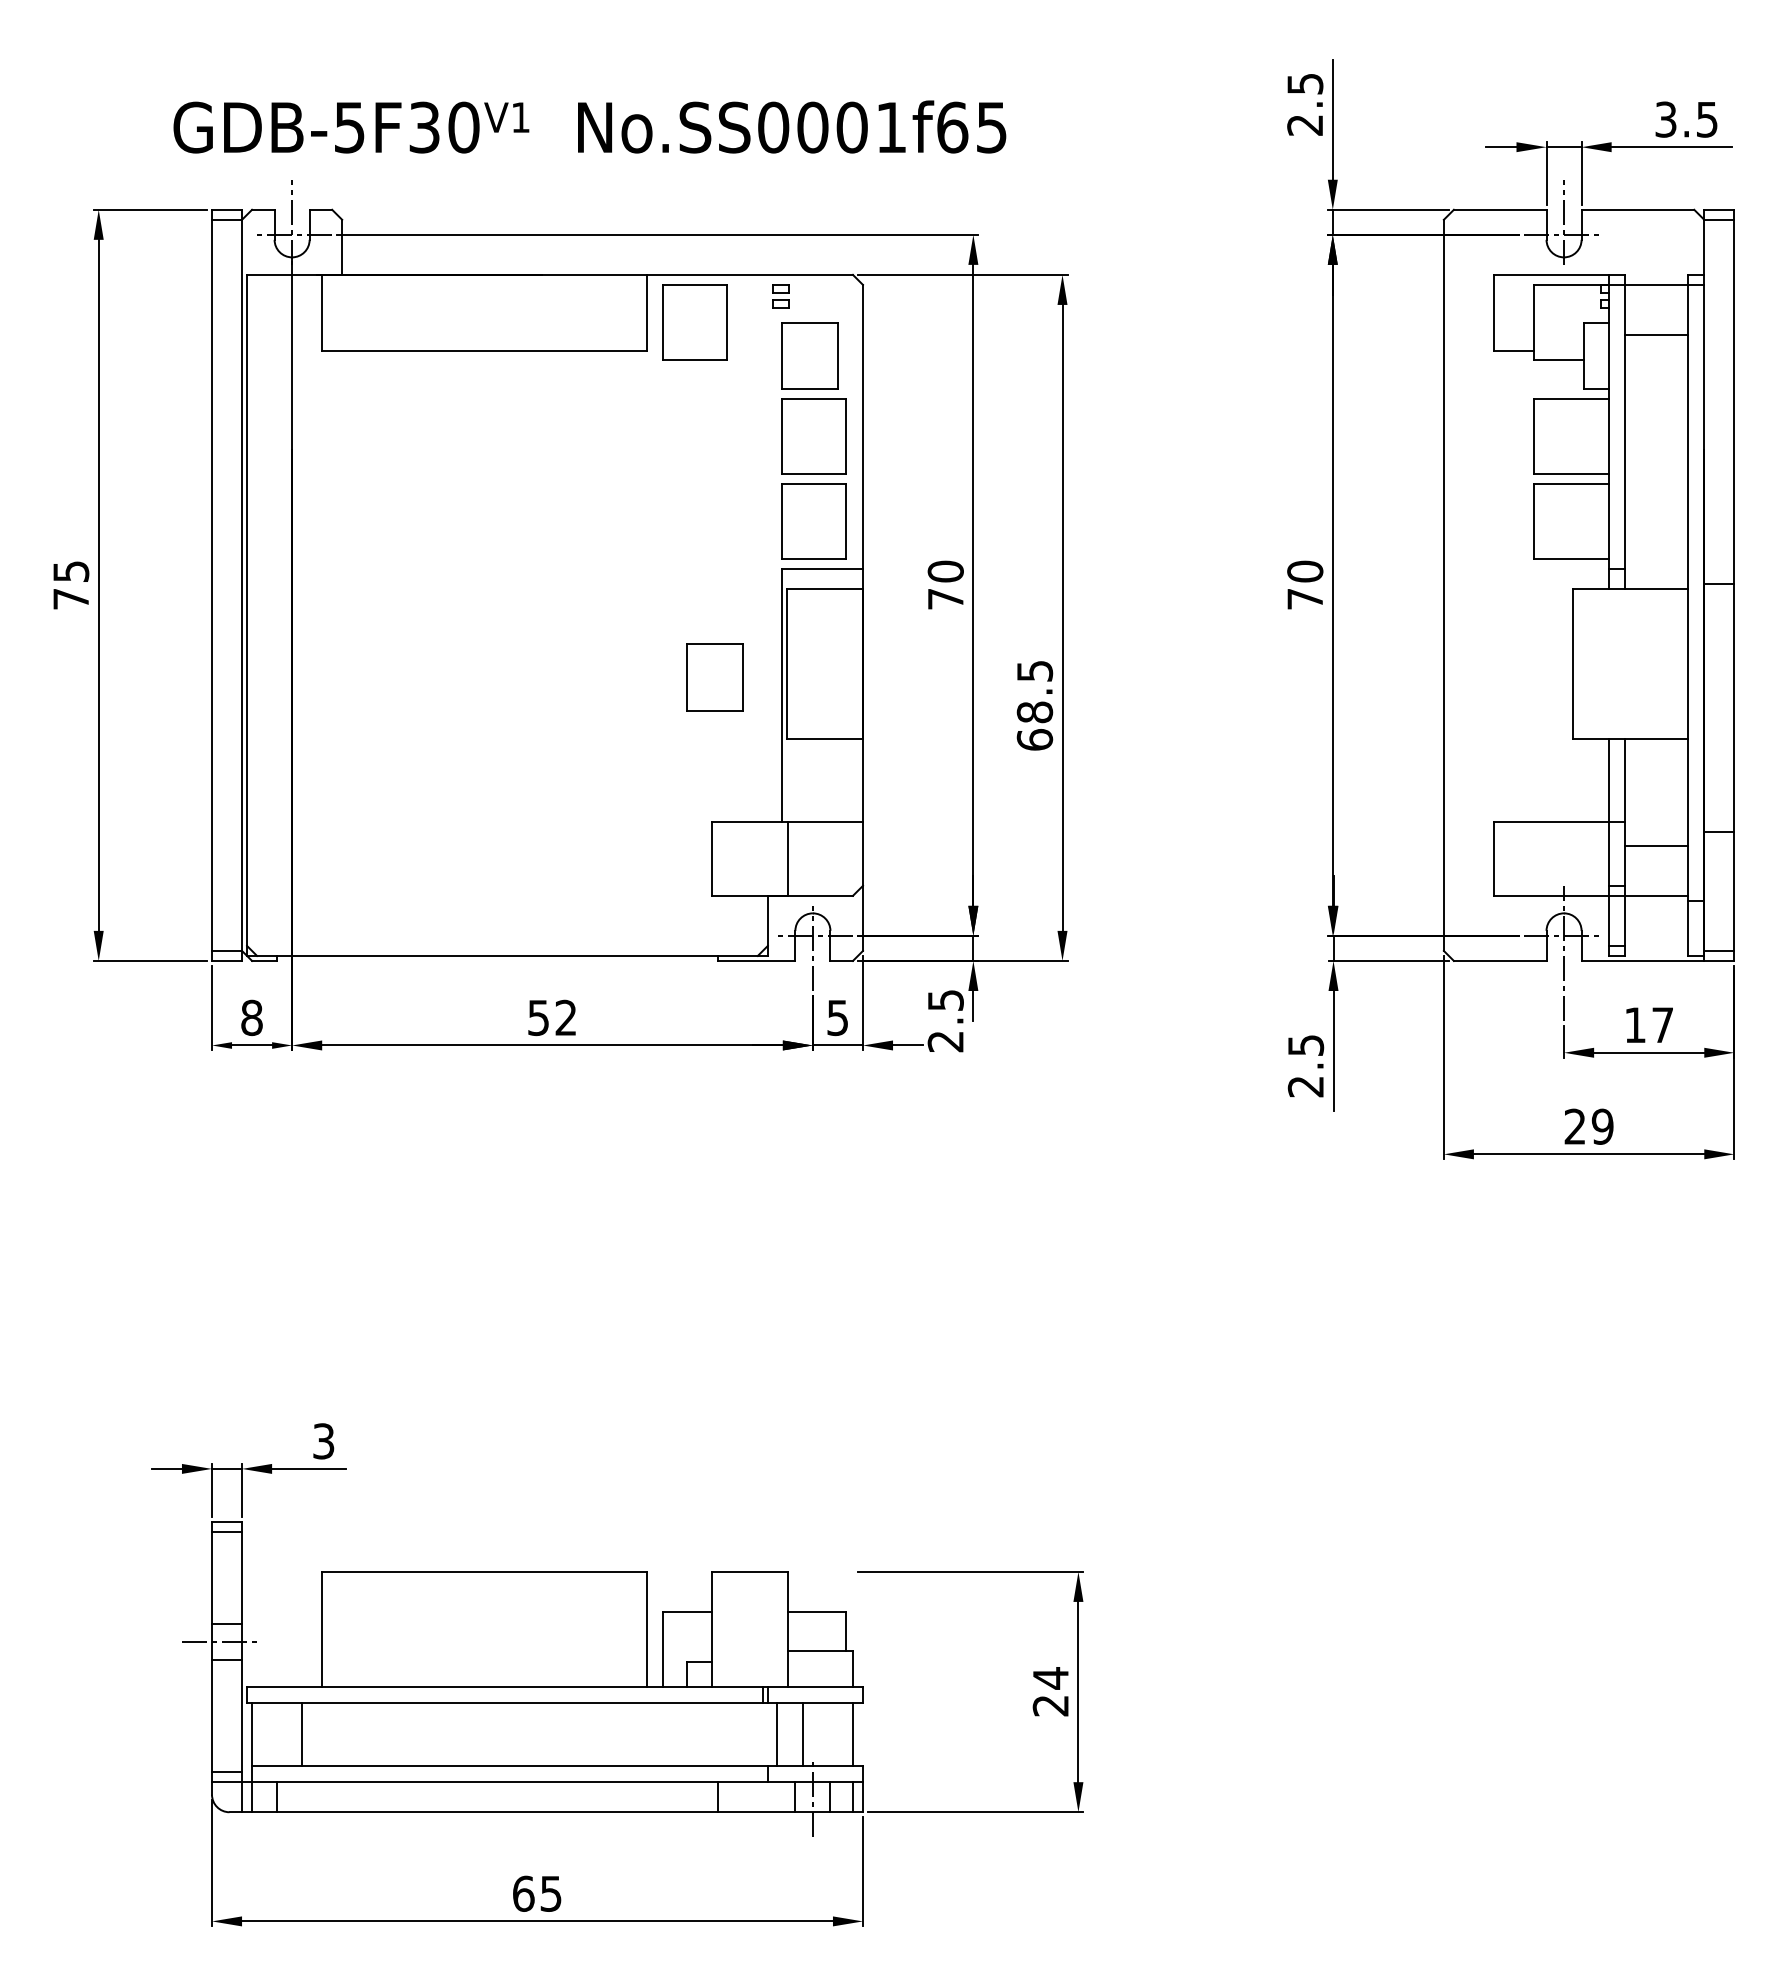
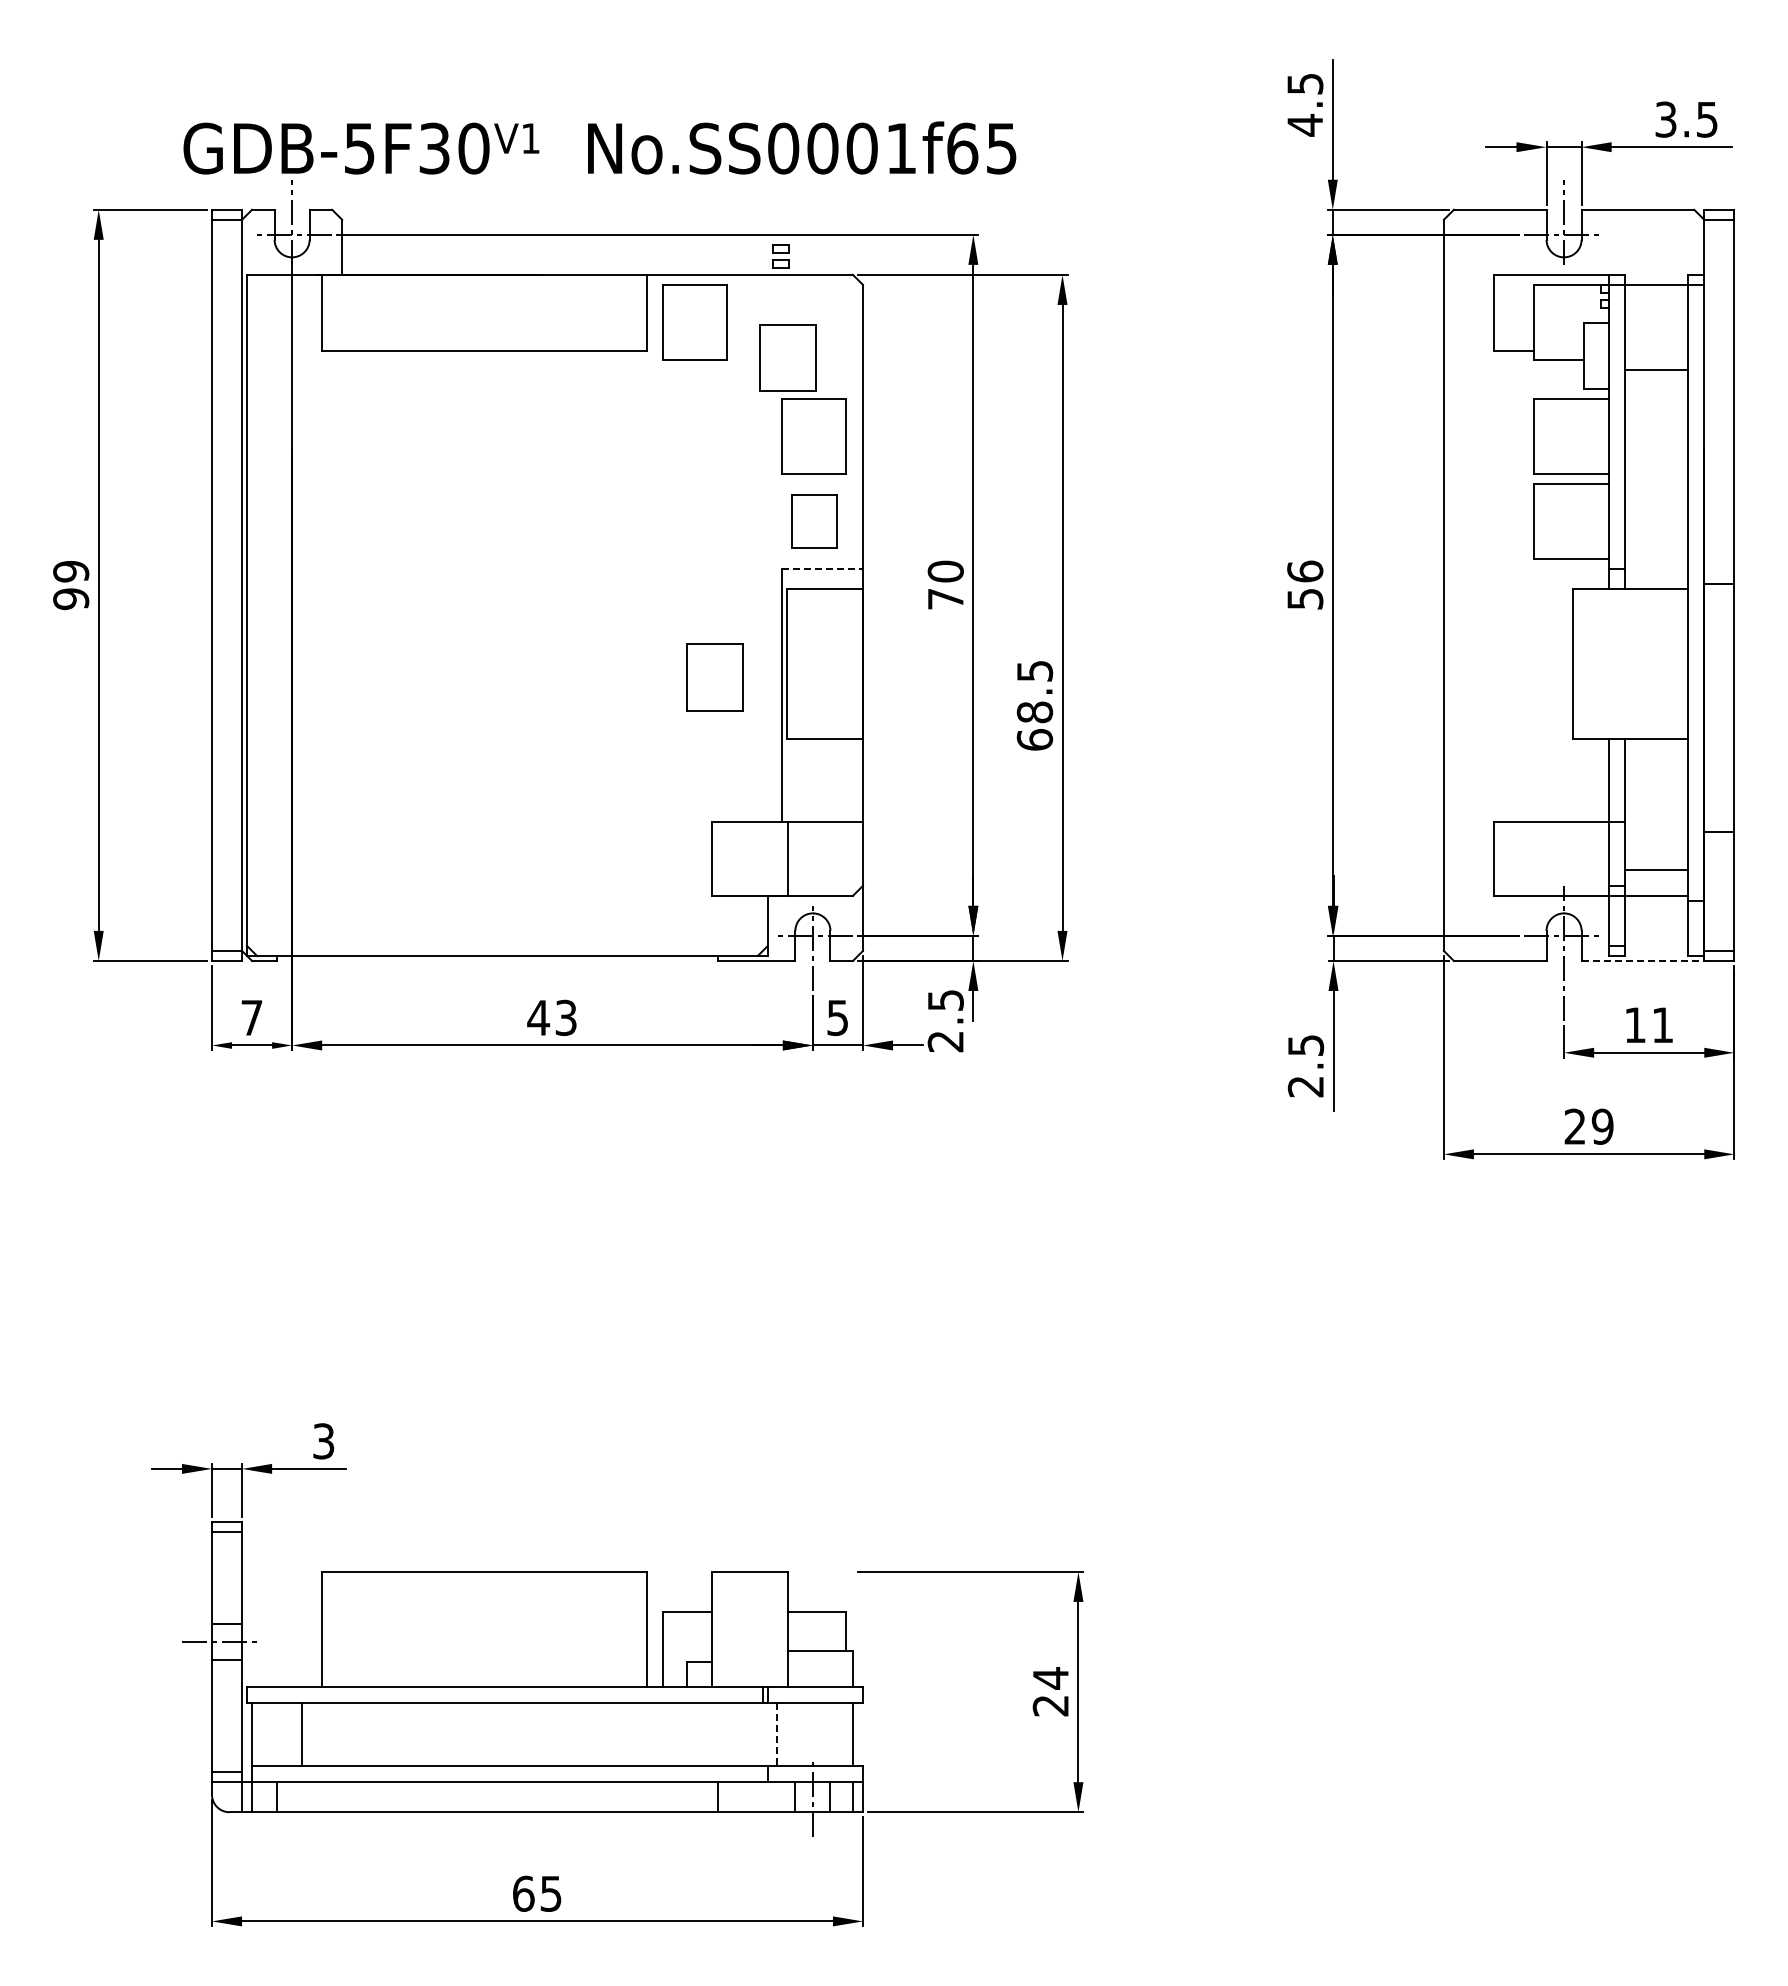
text at (1304, 125): 2.5 -> 4.5
text at (589, 126) position: (589, 126) -> (599, 147)
part at (780, 296) position: (780, 296) -> (780, 256)
line at (1656, 334) position: (1656, 334) -> (1656, 369)
part at (809, 355) position: (809, 355) -> (787, 357)
part at (813, 521) size: 66x77 px -> 47x55 px
line at (822, 569): solid -> dashed
text at (1305, 584): 70 -> 56
text at (71, 585): 75 -> 99
line at (1656, 845) position: (1656, 845) -> (1656, 869)
line at (1643, 960): solid -> dashed
text at (251, 1017): 8 -> 7
text at (551, 1018): 52 -> 43
text at (1662, 1024): 17 -> 11
line at (776, 1734): solid -> dashed
line at (802, 1734): present -> none
